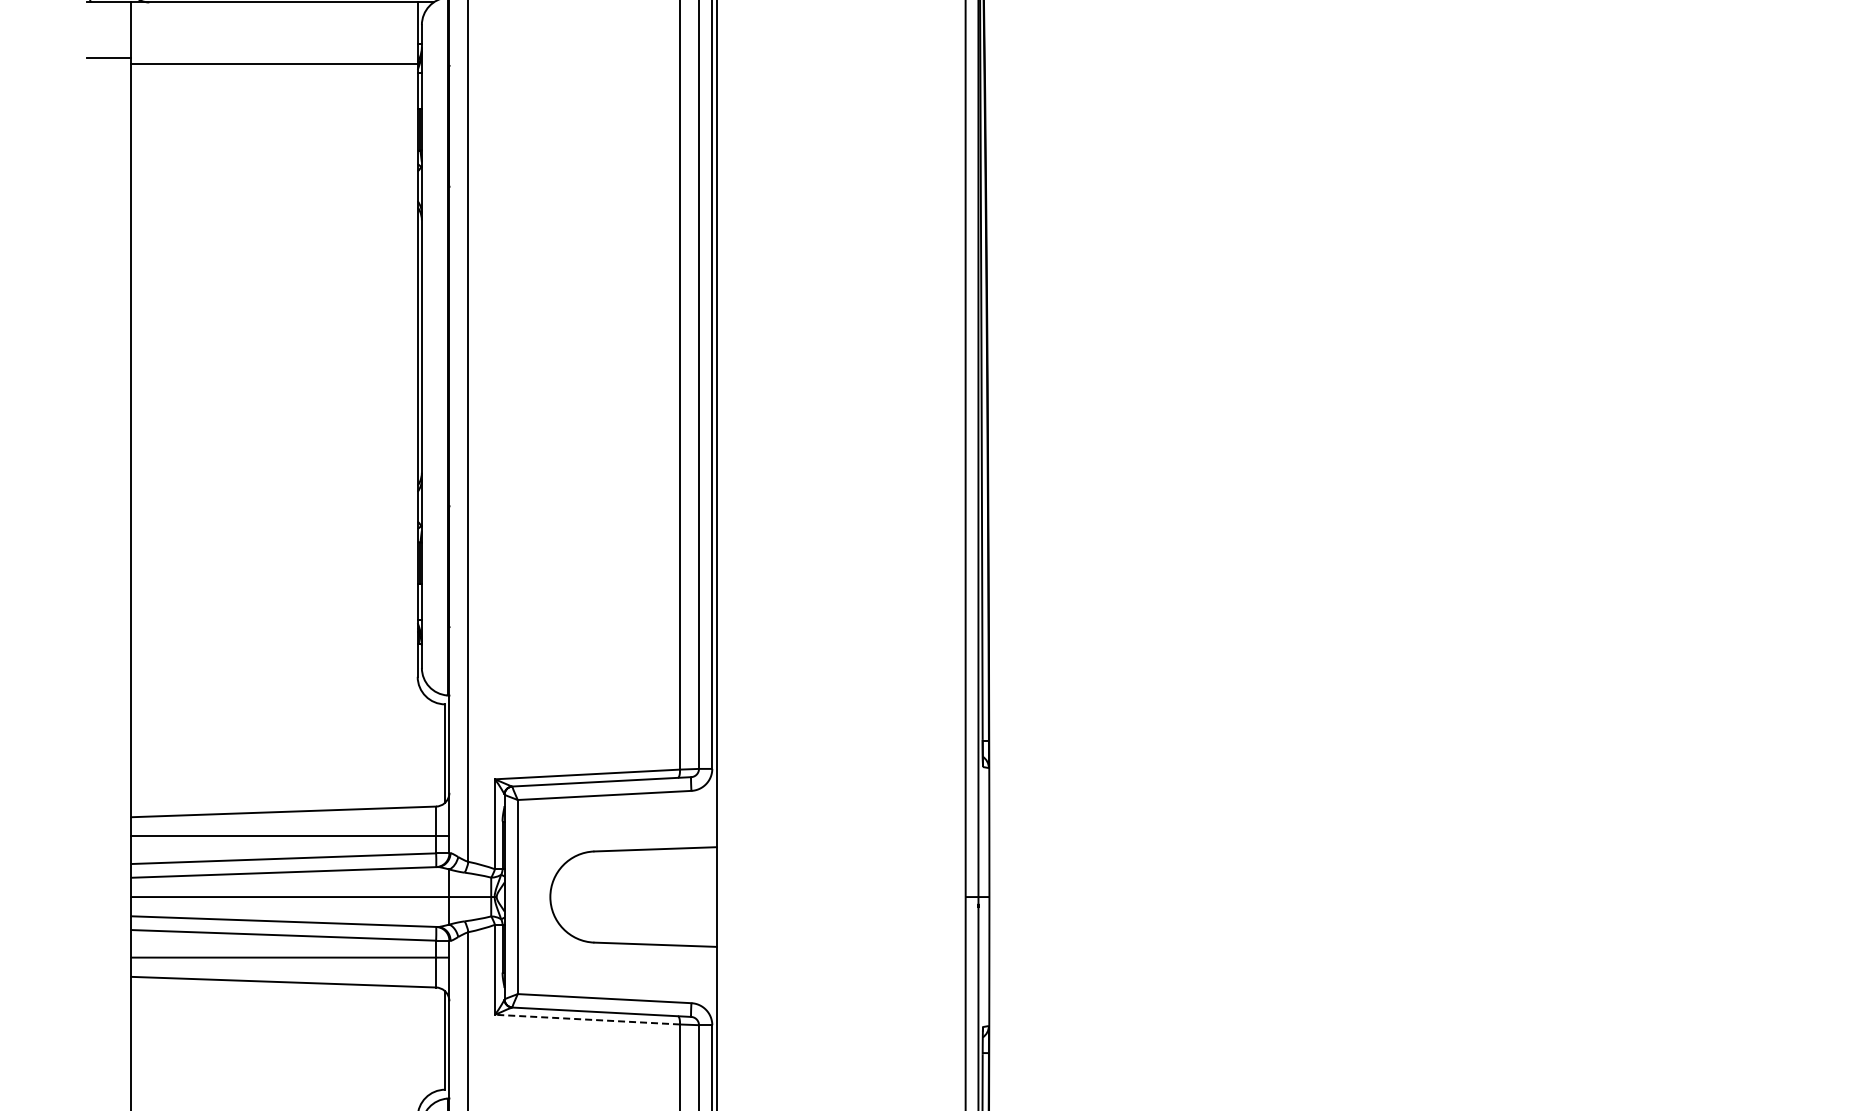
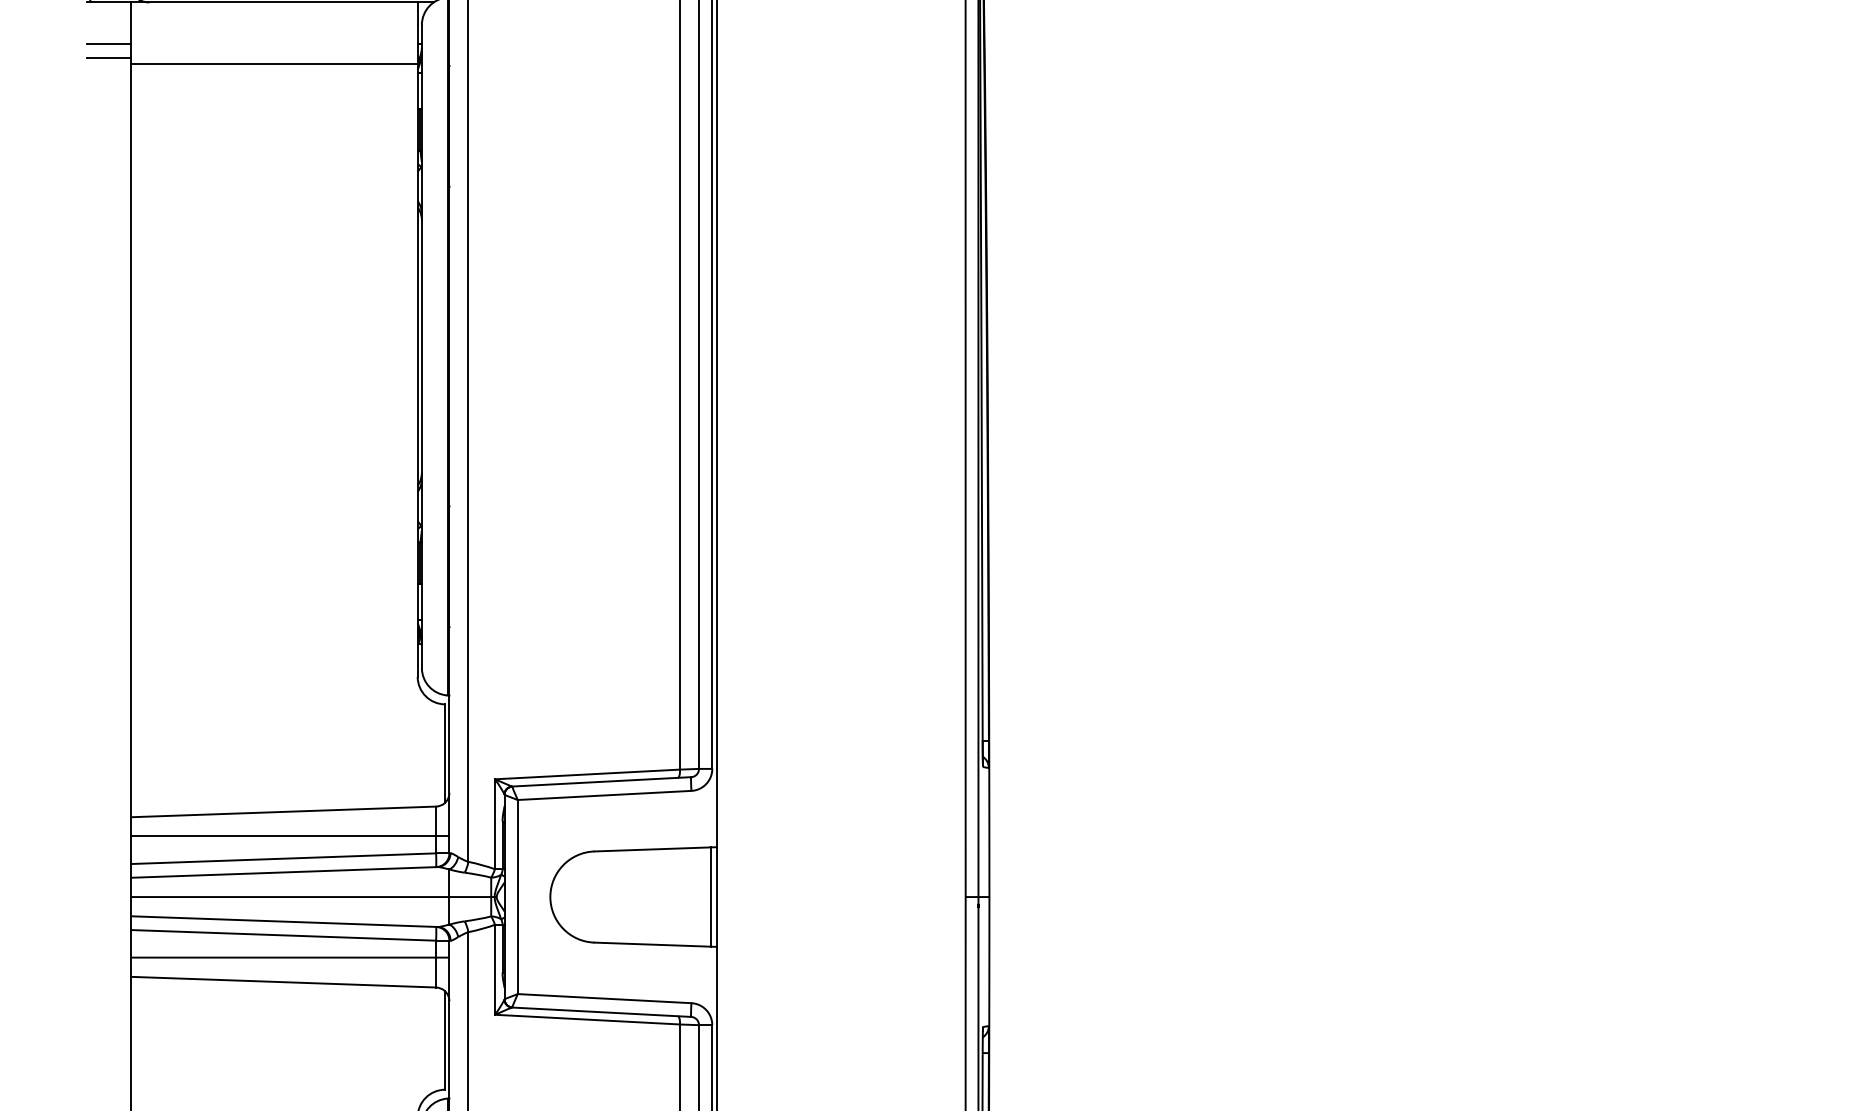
line at (109, 43): none -> present
line at (711, 896): none -> present
line at (587, 1019): dashed -> solid
